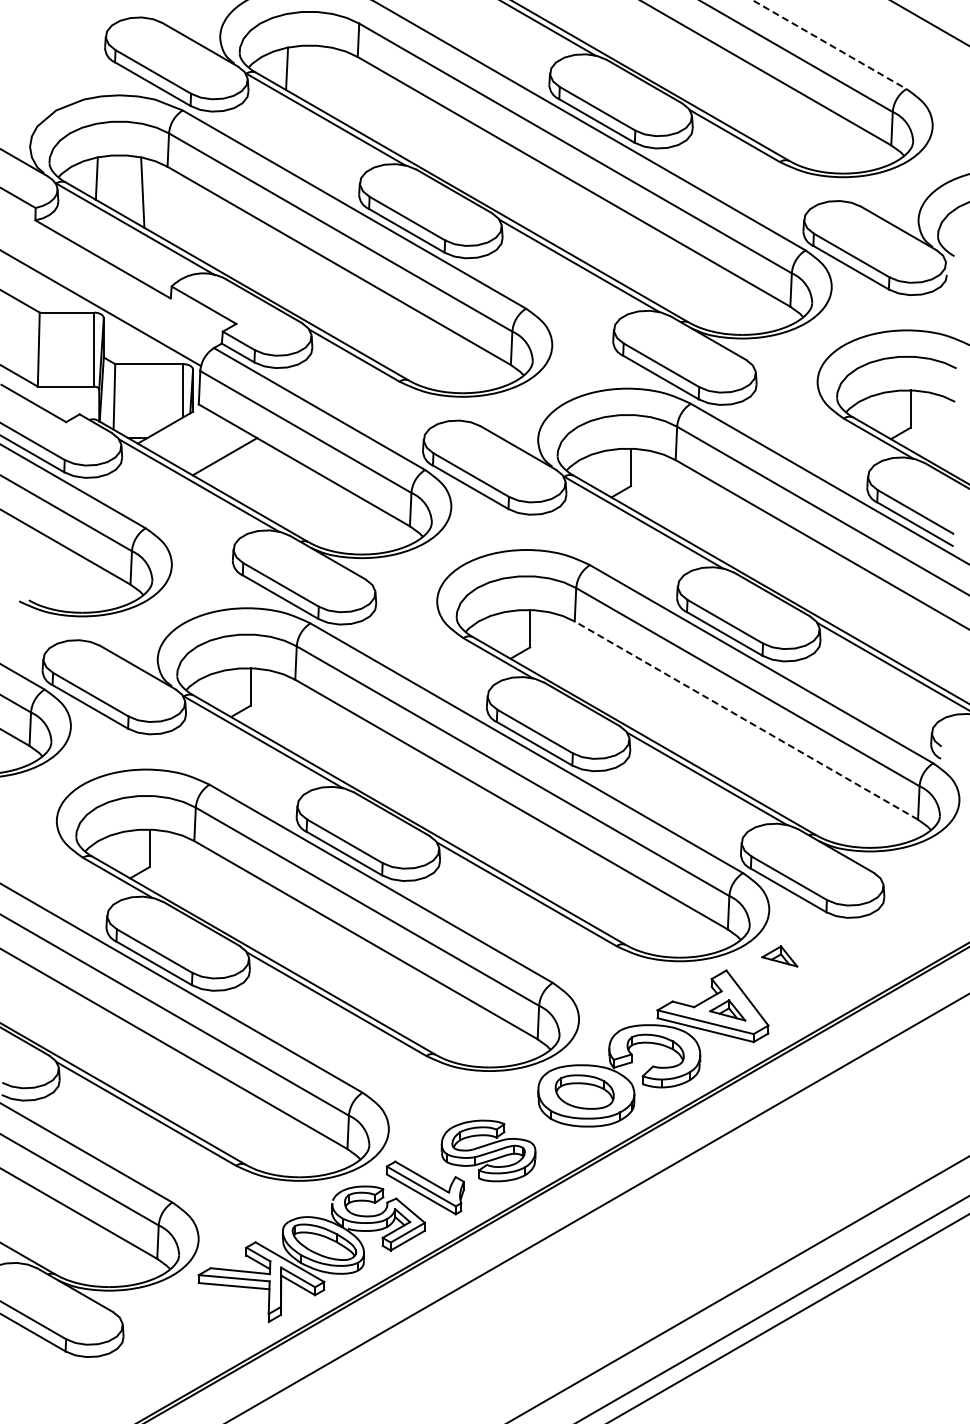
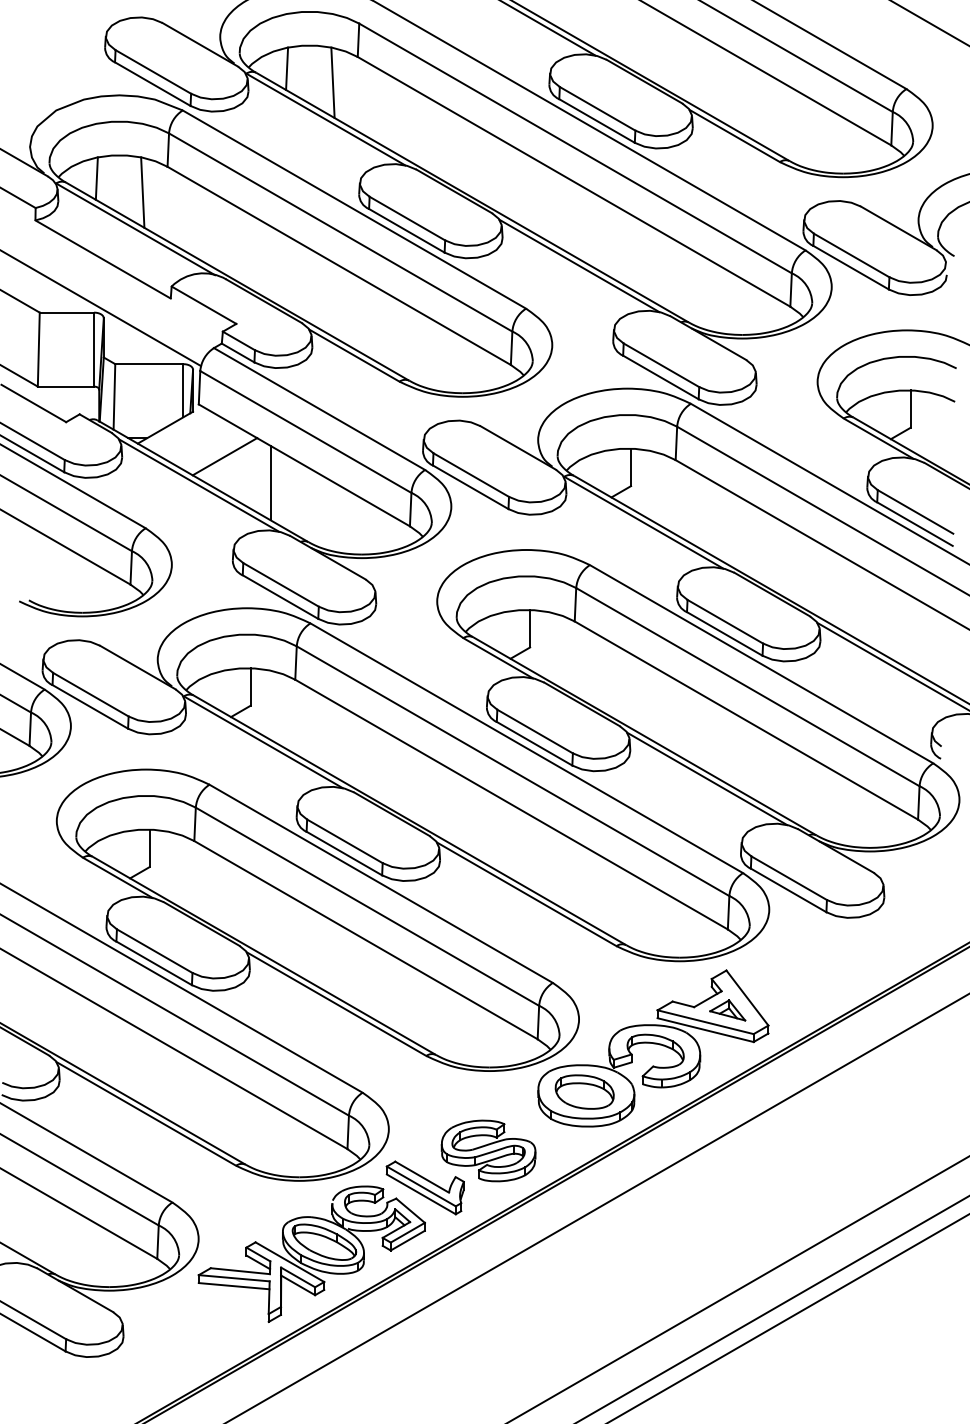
line at (829, 44): dashed -> solid
line at (332, 82): none -> present
line at (270, 483): none -> present
line at (745, 720): dashed -> solid
part at (779, 956): present -> none
